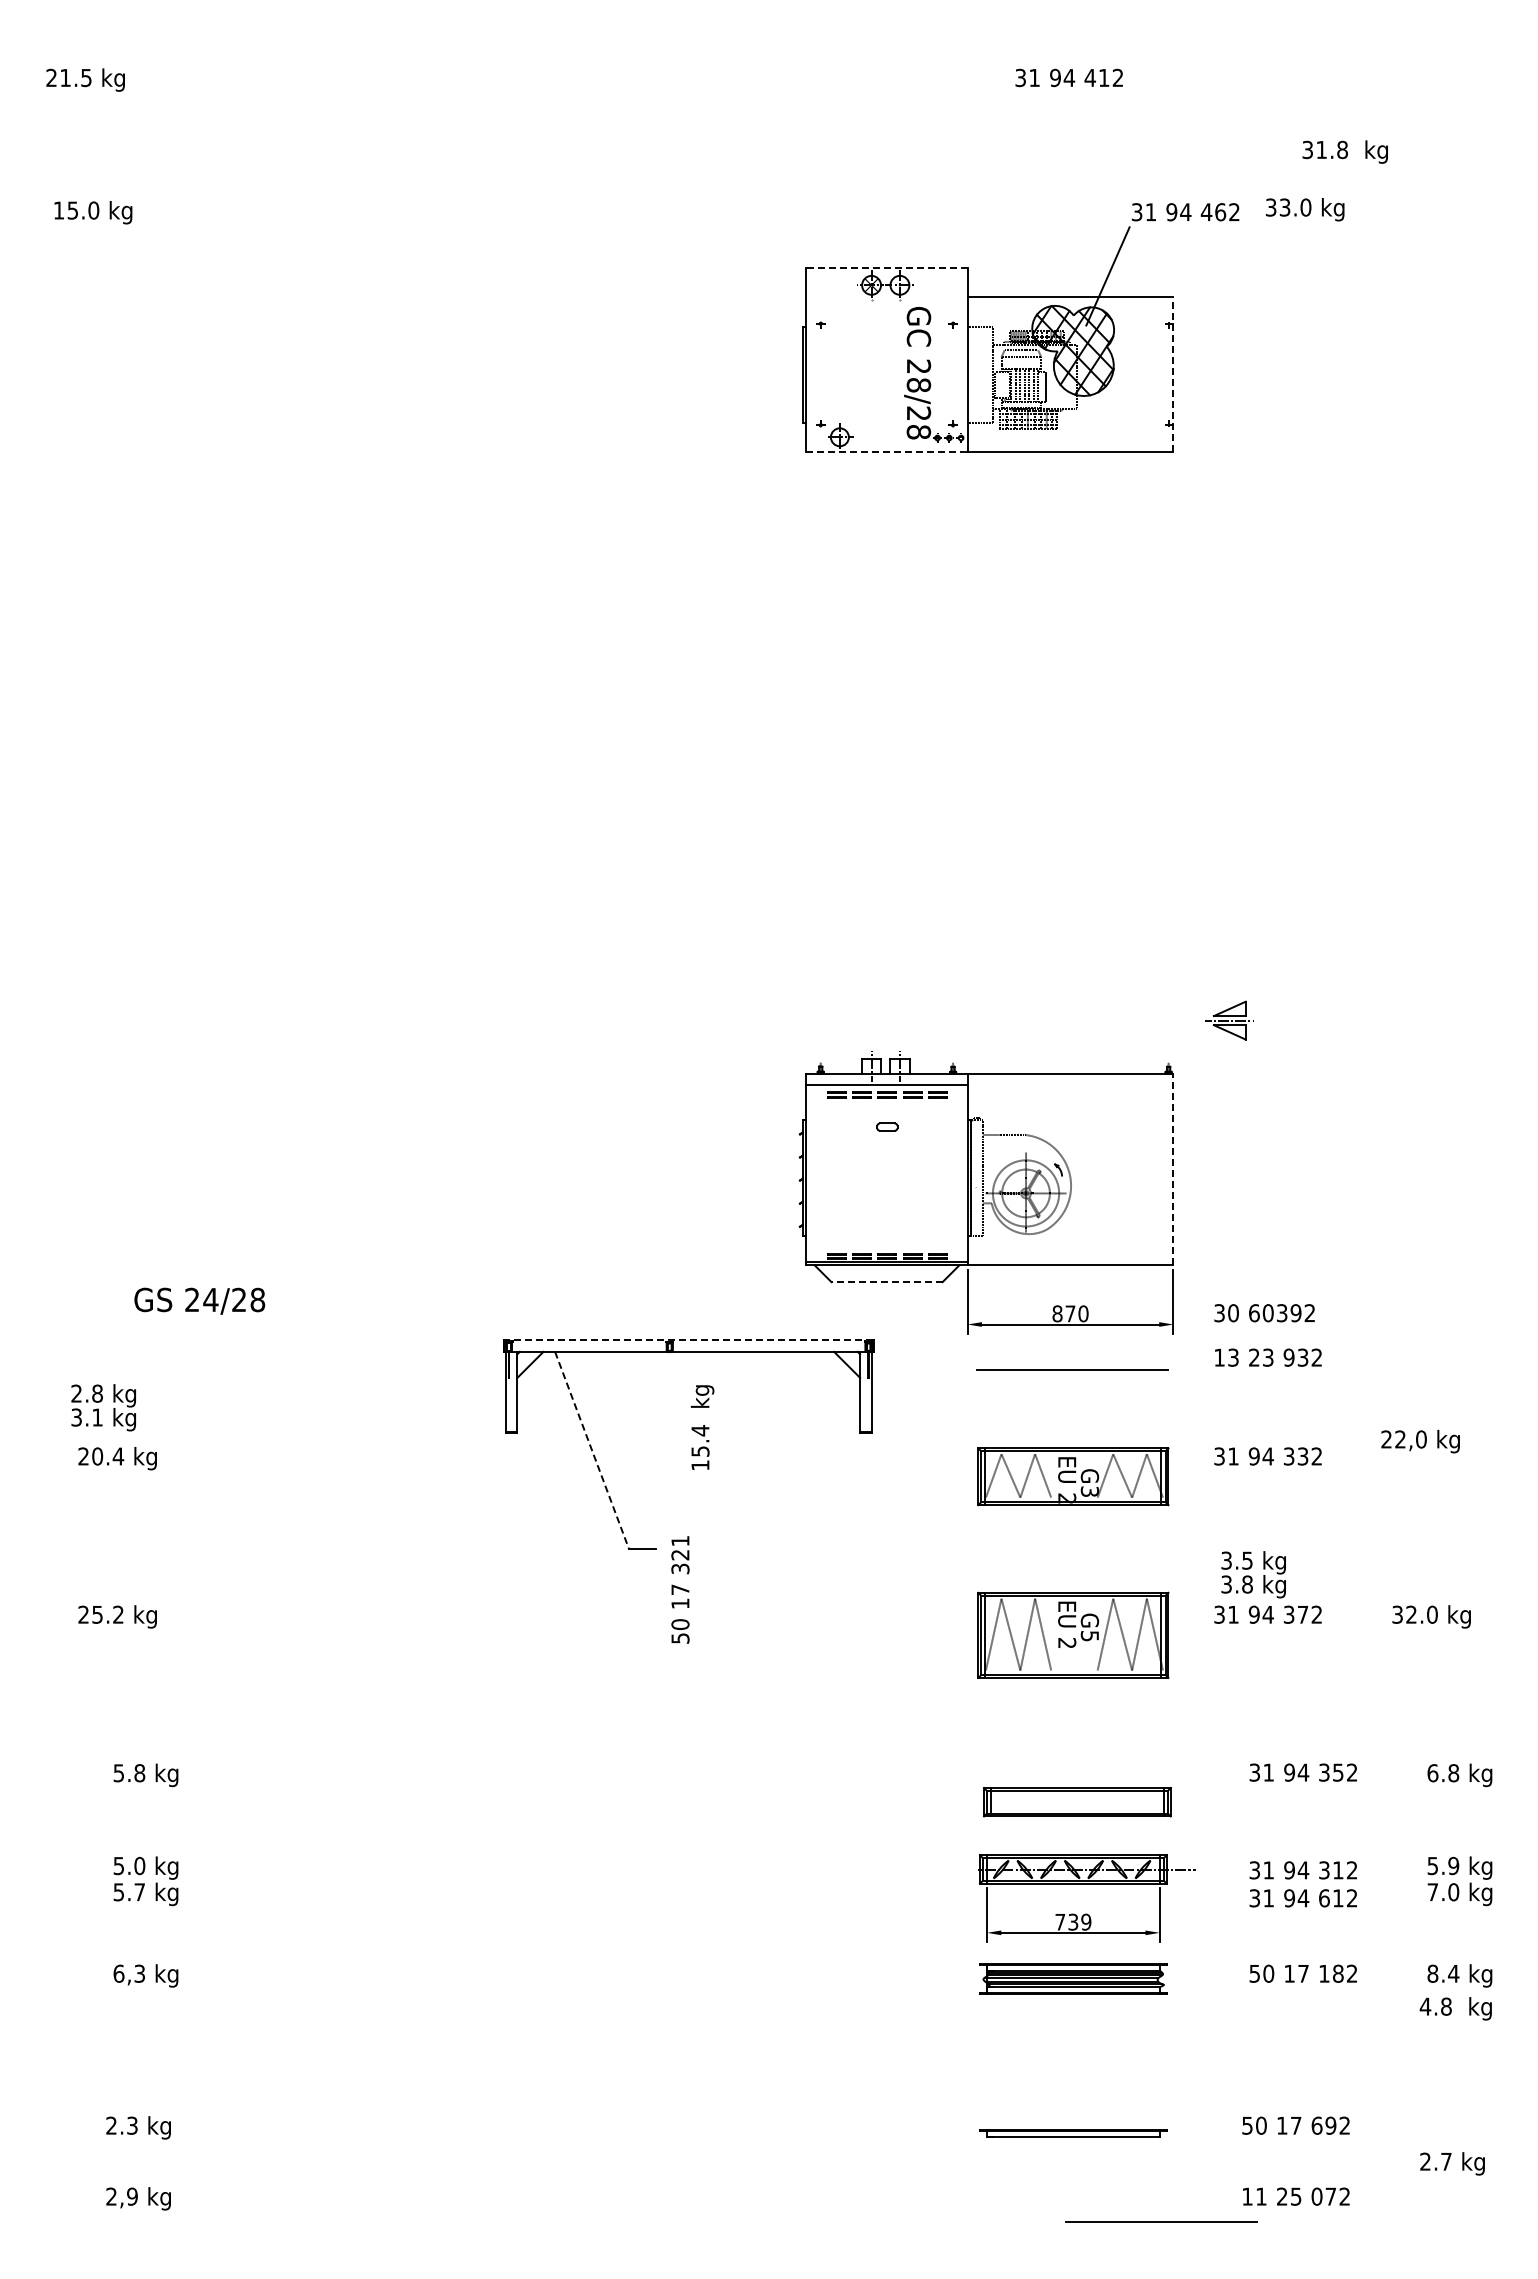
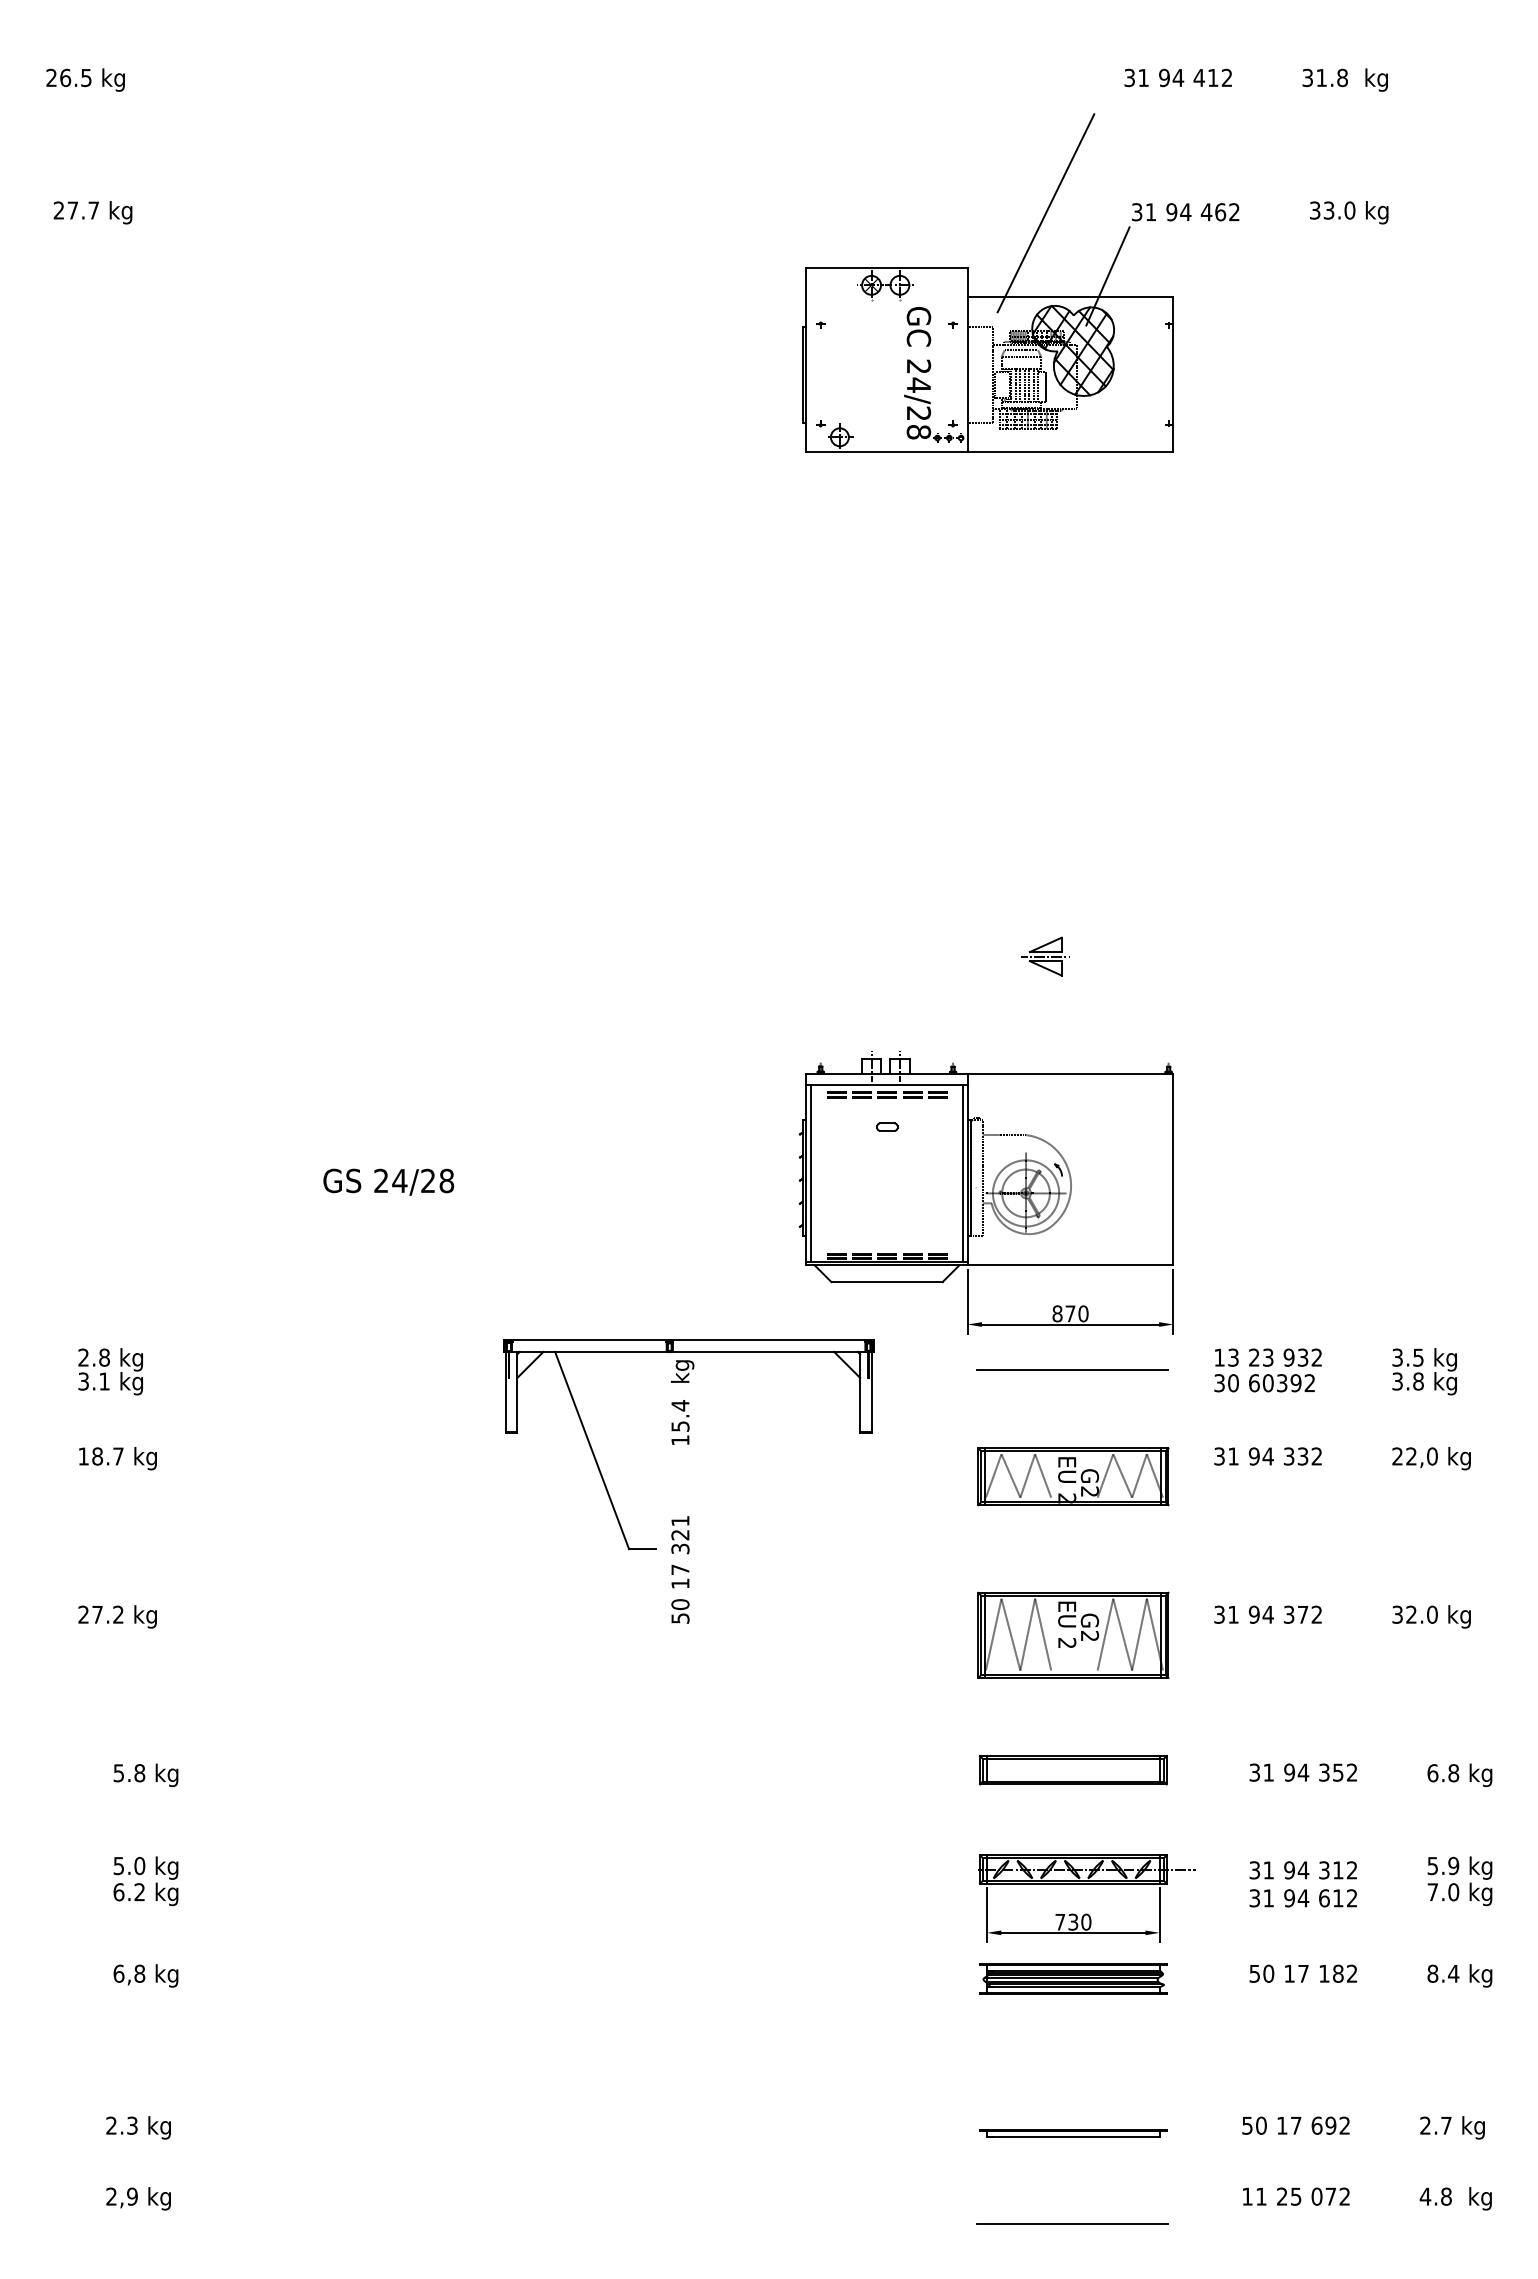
text at (65, 77): 21.5 -> 26.5
text at (1068, 77) position: (1068, 77) -> (1177, 77)
text at (1344, 151) position: (1344, 151) -> (1344, 79)
text at (1305, 209) position: (1305, 209) -> (1349, 212)
text at (76, 210): 15.0 -> 27.7
line at (1045, 213): none -> present
line at (887, 268): dashed -> solid
line at (1173, 374): dashed -> solid
text at (918, 384): 28/28 -> 24/28
line at (887, 452): dashed -> solid
part at (1229, 1020) position: (1229, 1020) -> (1045, 956)
line at (1173, 1169): dashed -> solid
line at (811, 1172): none -> present
line at (963, 1172): none -> present
line at (887, 1282): dashed -> solid
text at (199, 1300) position: (199, 1300) -> (388, 1181)
text at (1264, 1313) position: (1264, 1313) -> (1264, 1383)
line at (688, 1340): dashed -> solid
text at (103, 1407) position: (103, 1407) -> (110, 1371)
text at (702, 1427) position: (702, 1427) -> (682, 1402)
text at (1420, 1441) position: (1420, 1441) -> (1431, 1458)
line at (592, 1450): dashed -> solid
text at (101, 1456): 20.4 -> 18.7
text at (1089, 1491): G3 -> G2
text at (1253, 1574) position: (1253, 1574) -> (1424, 1371)
text at (680, 1589) position: (680, 1589) -> (680, 1569)
text at (97, 1614): 25.2 -> 27.2
text at (1089, 1636): G5 -> G2
part at (1077, 1802) position: (1077, 1802) -> (1073, 1770)
text at (128, 1892): 5.7 -> 6.2
text at (1086, 1922): 739 -> 730
text at (139, 1973): 6,3 -> 6,8
text at (1455, 2008) position: (1455, 2008) -> (1455, 2198)
text at (1452, 2163) position: (1452, 2163) -> (1452, 2127)
line at (1161, 2221) position: (1161, 2221) -> (1072, 2223)
